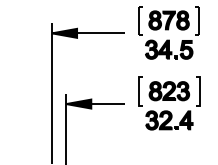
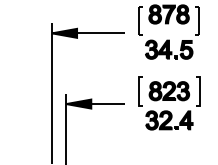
part at (168, 20) position: (168, 20) -> (168, 14)
